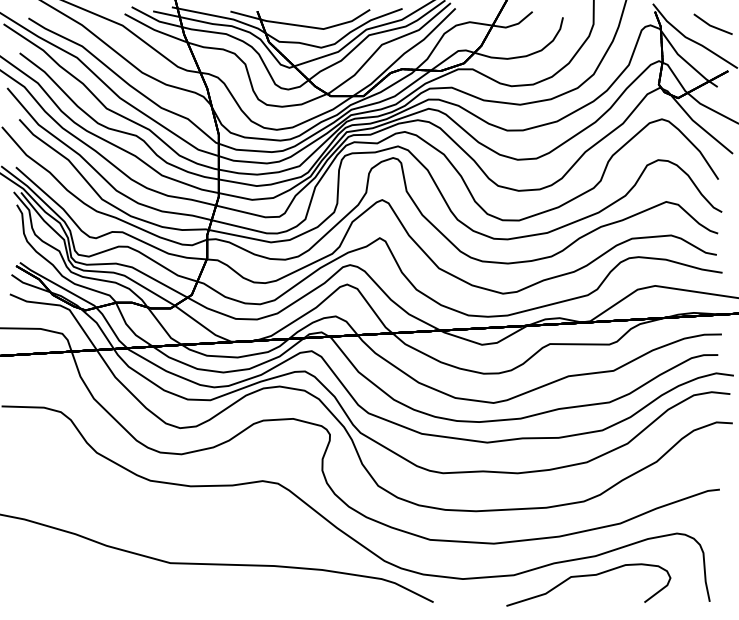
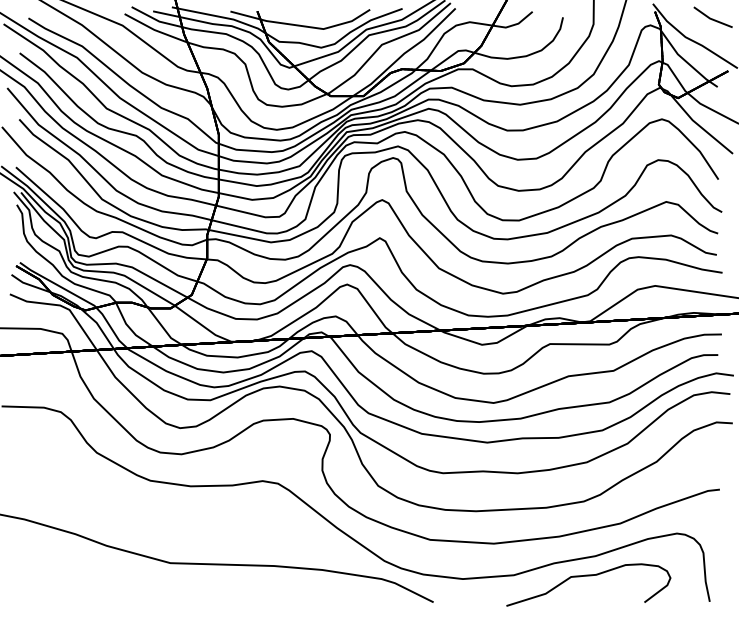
line at (712, 25) position: (712, 25) -> (712, 18)
